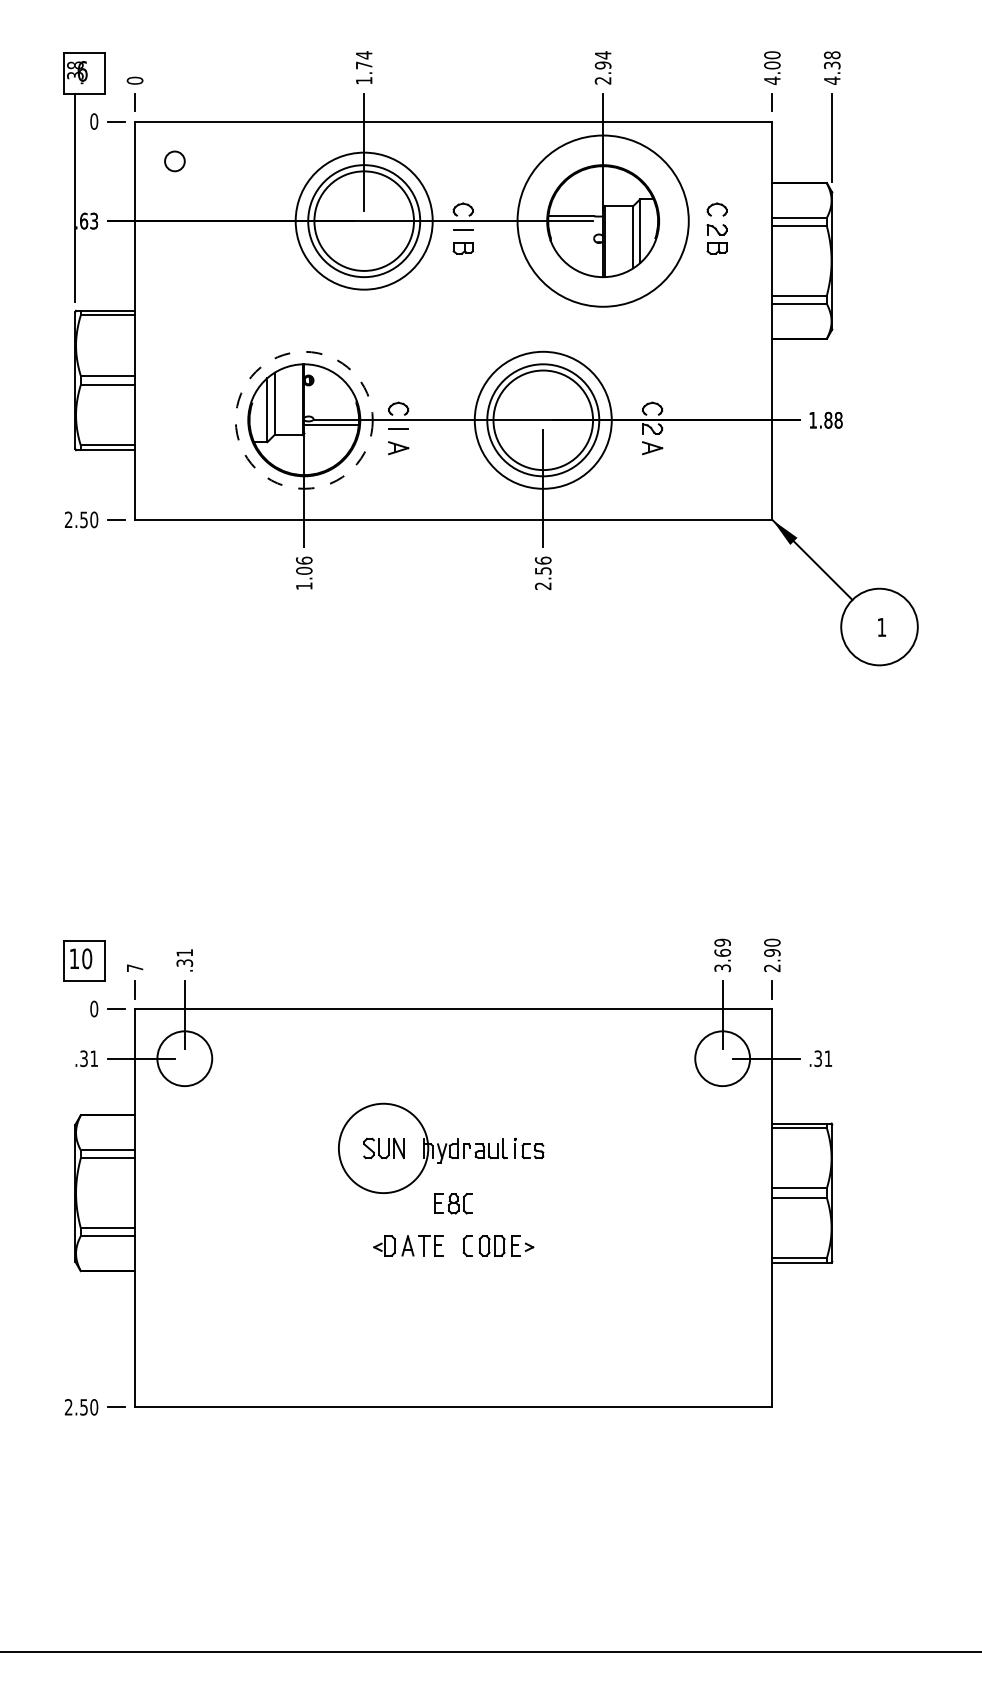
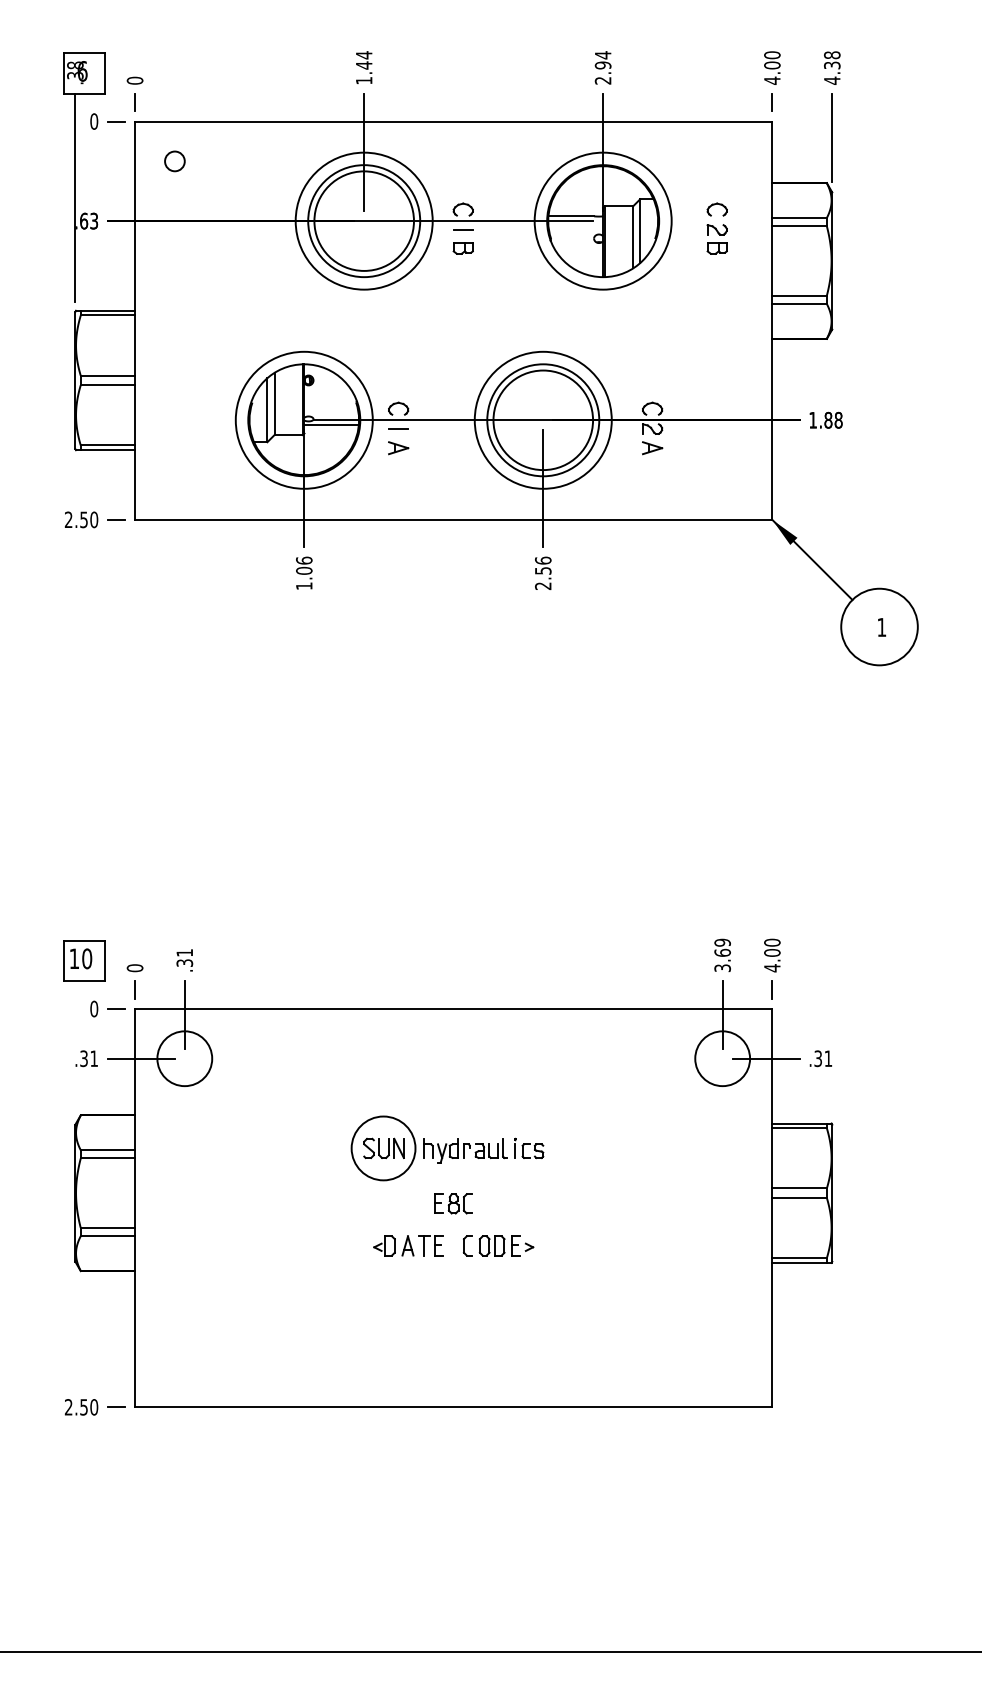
text at (364, 65): 1.74 -> 1.44
circle at (602, 220) diameter: 171 px -> 137 px
circle at (303, 419): dashed -> solid
text at (772, 960): 2.90 -> 4.00
text at (134, 968): 7 -> 0
circle at (383, 1148) diameter: 89 px -> 64 px
